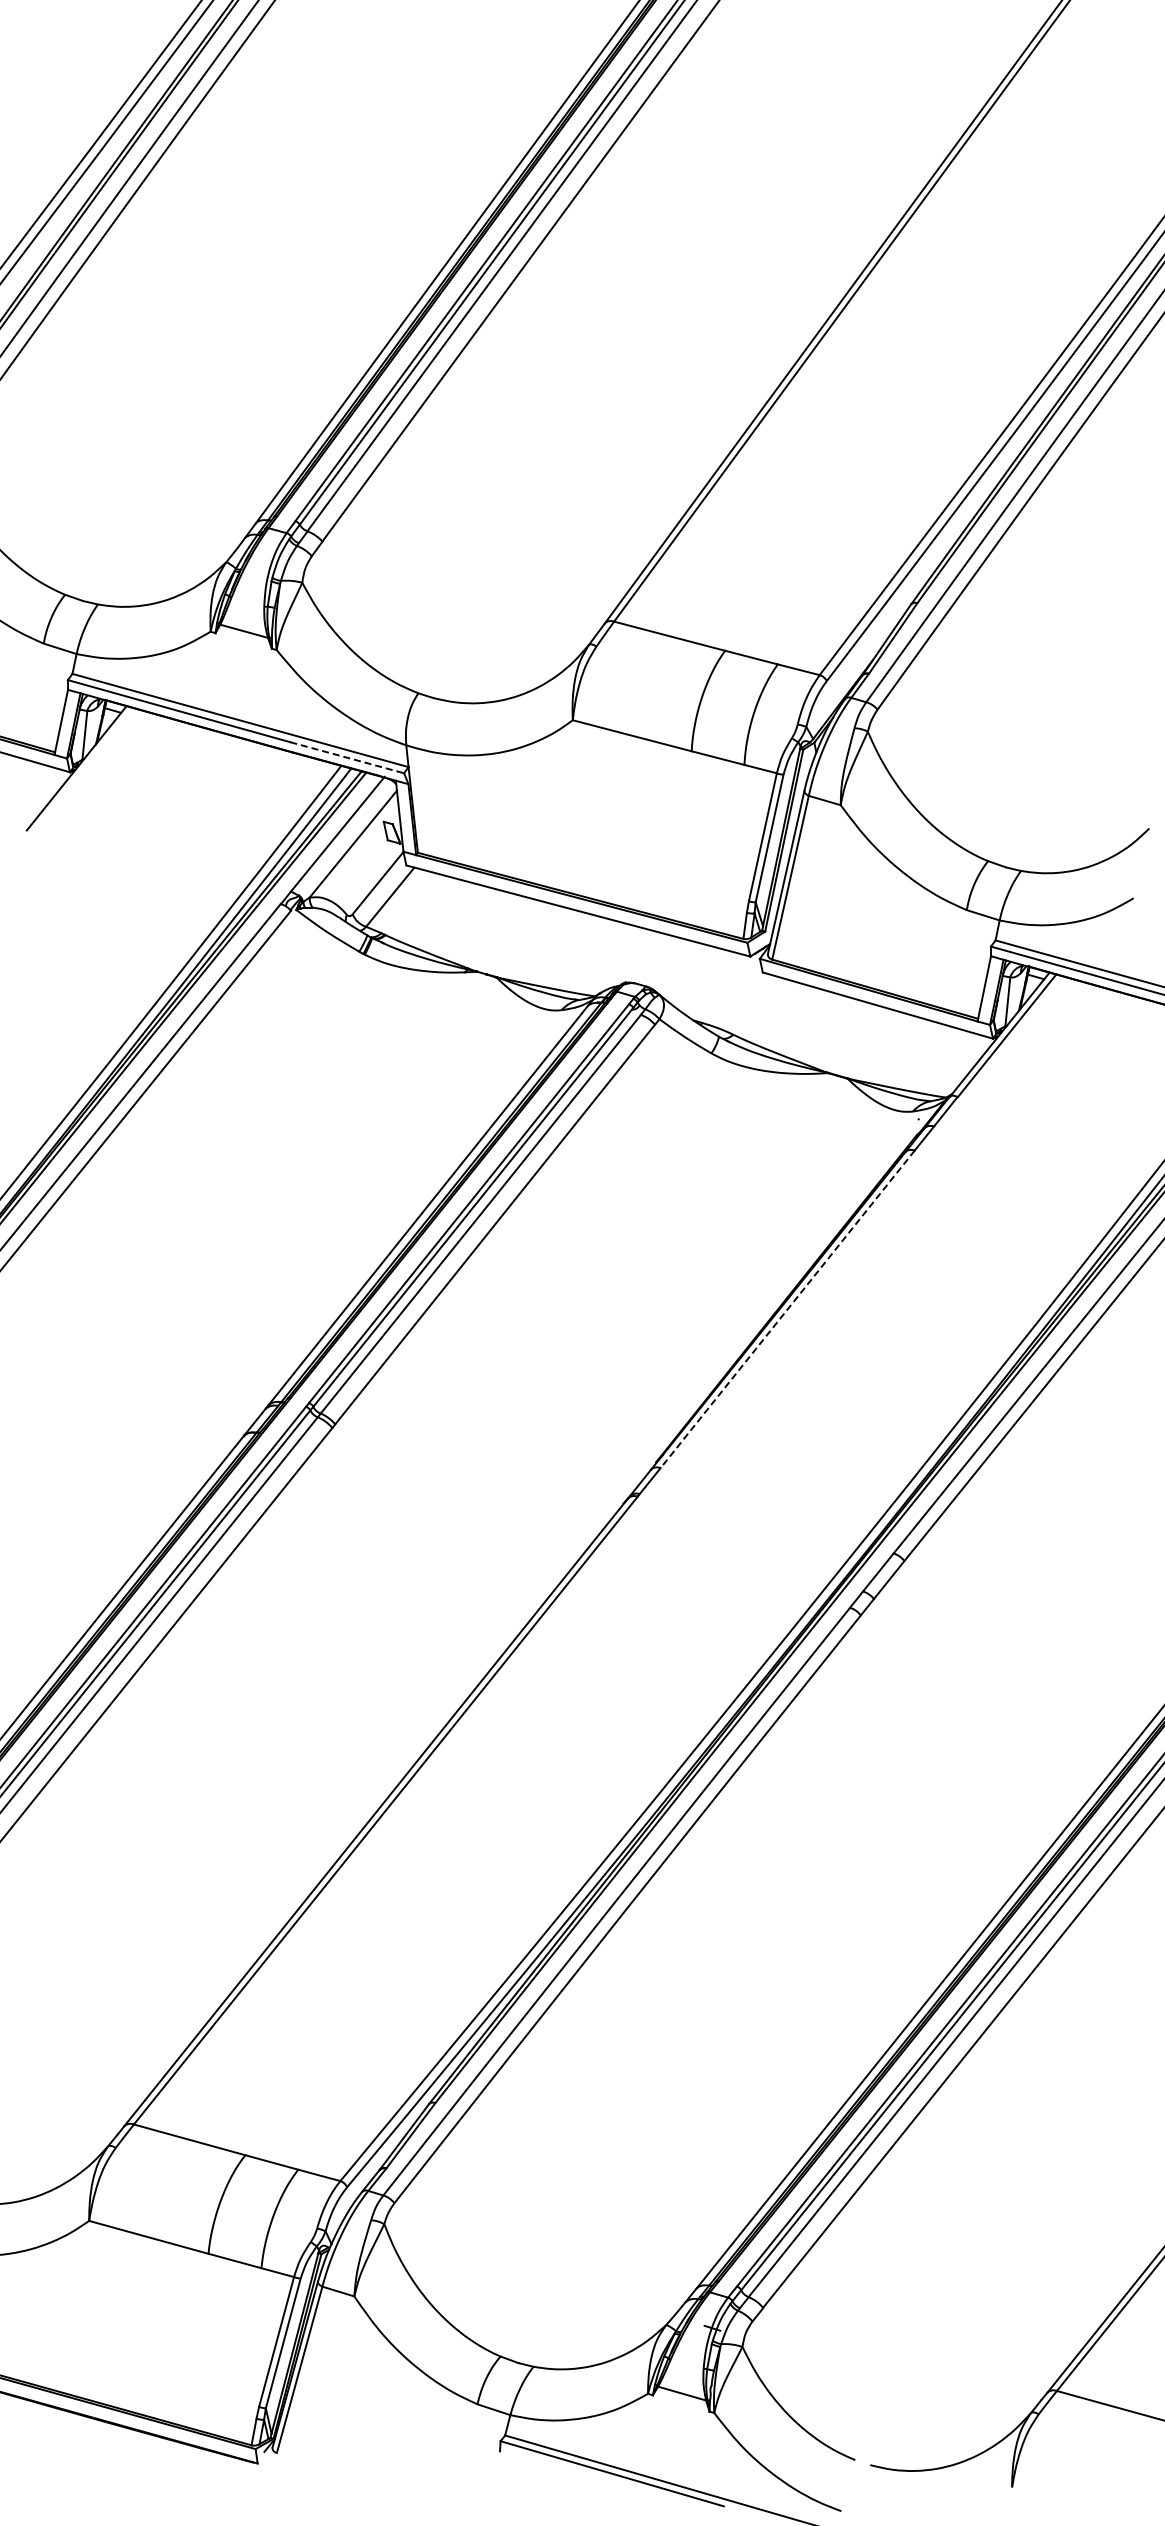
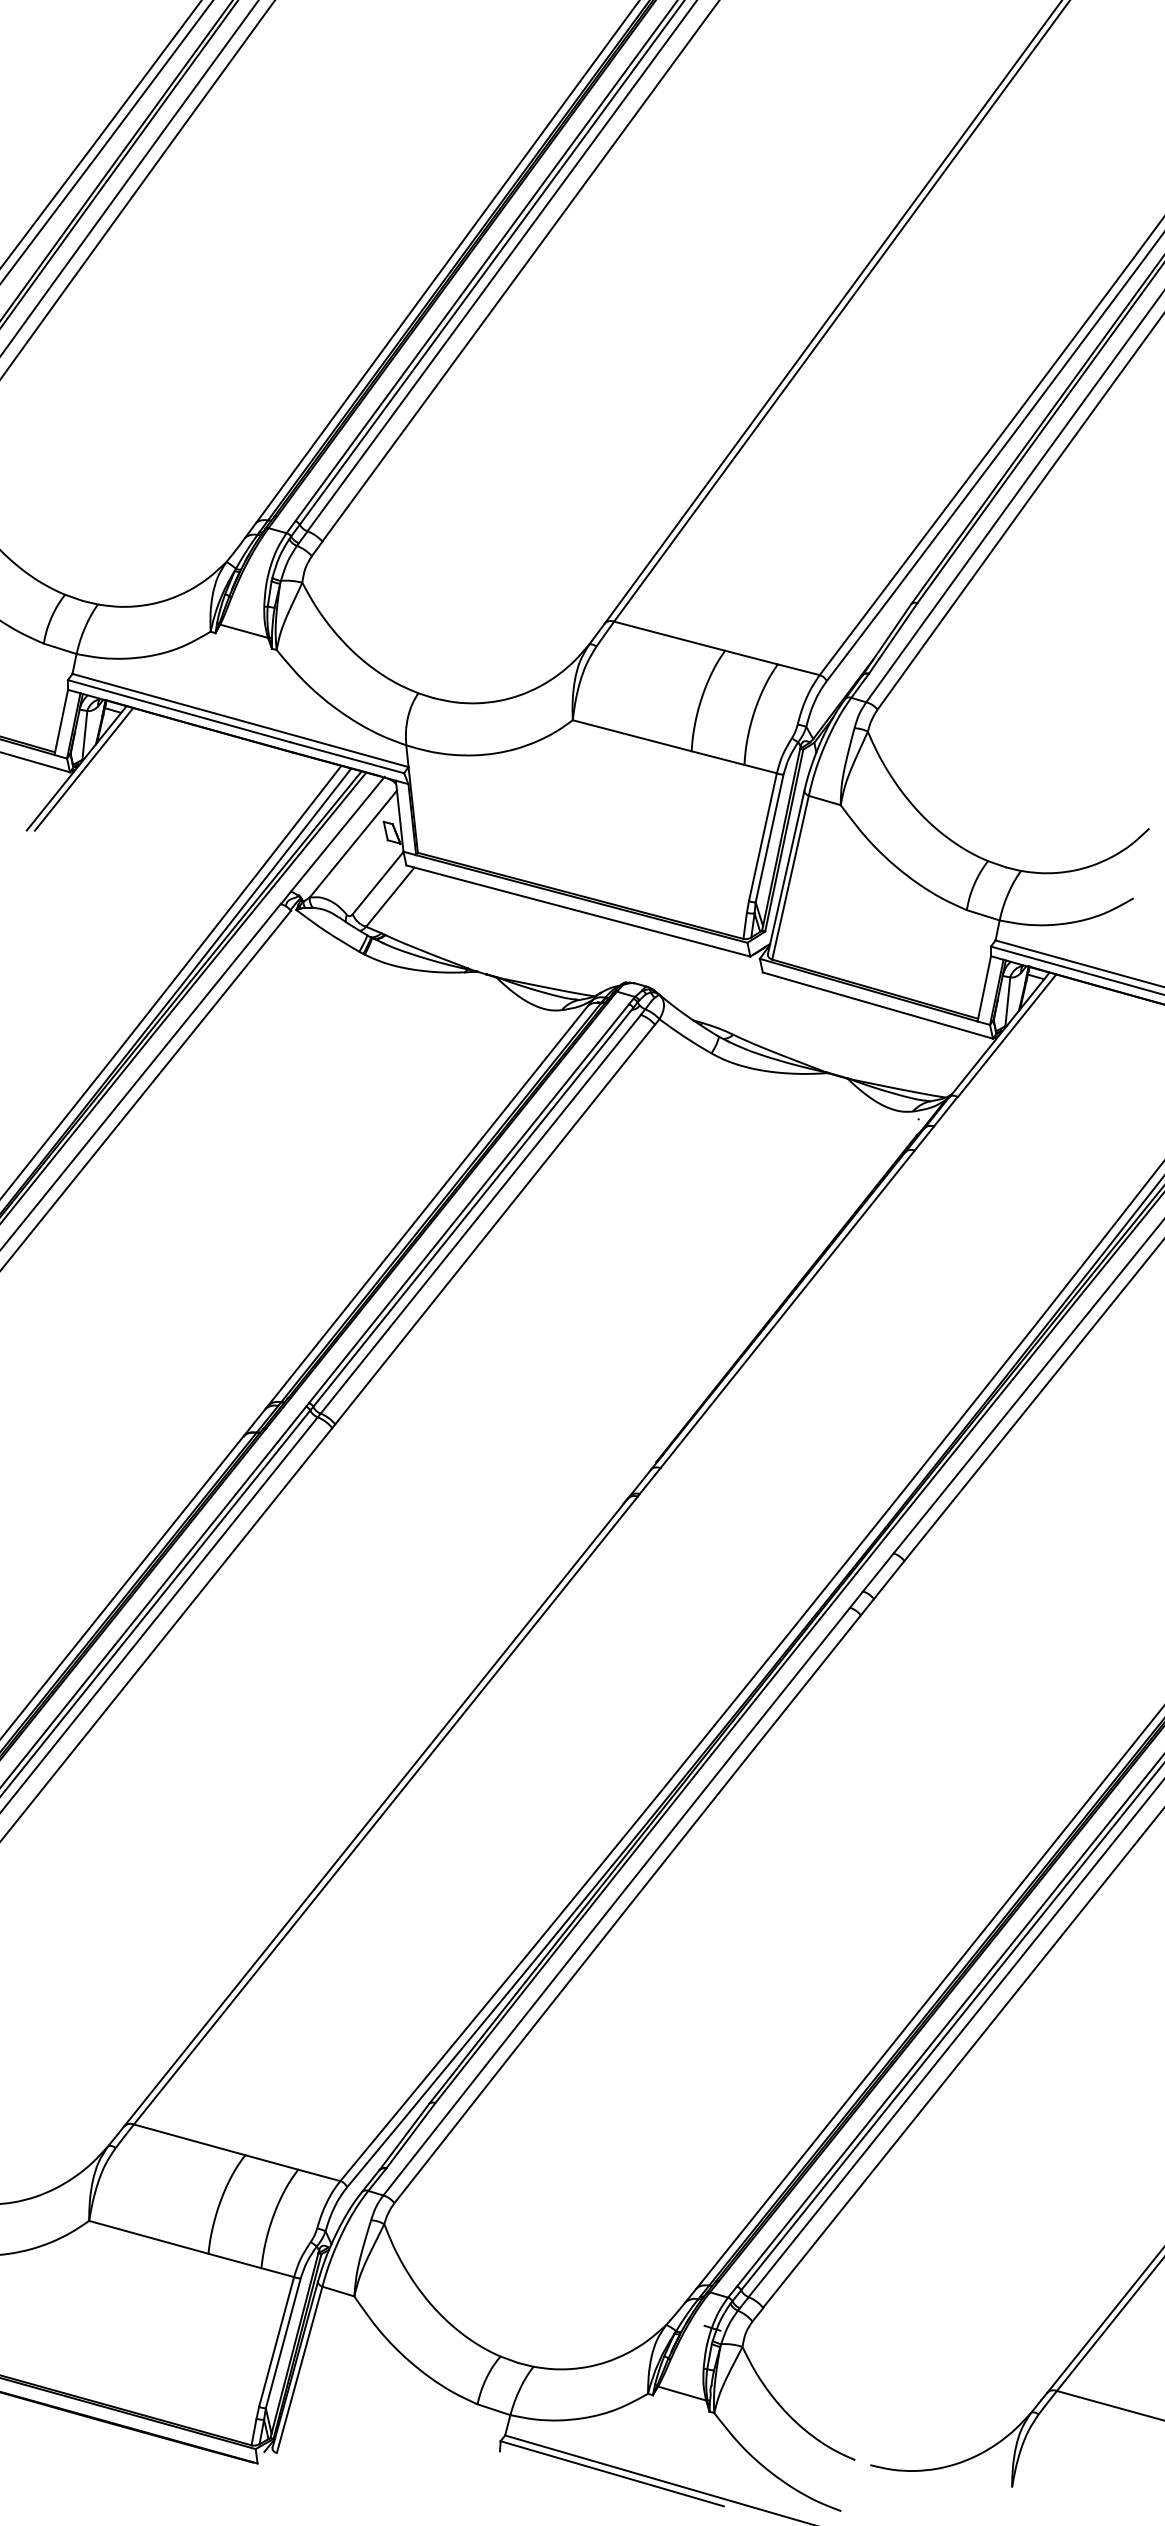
line at (347, 757): dashed -> solid
line at (83, 769): none -> present
line at (787, 1309): dashed -> solid
